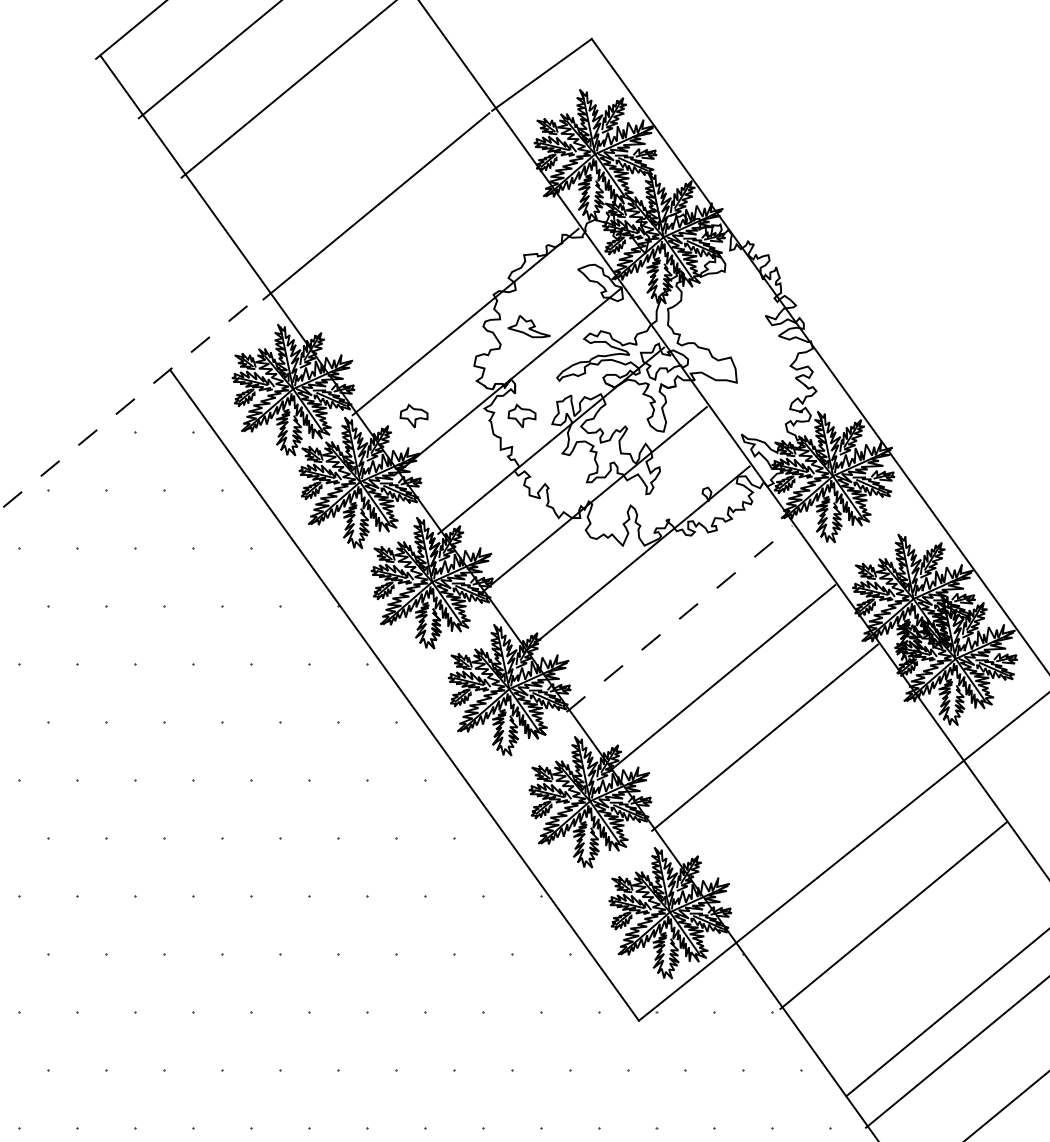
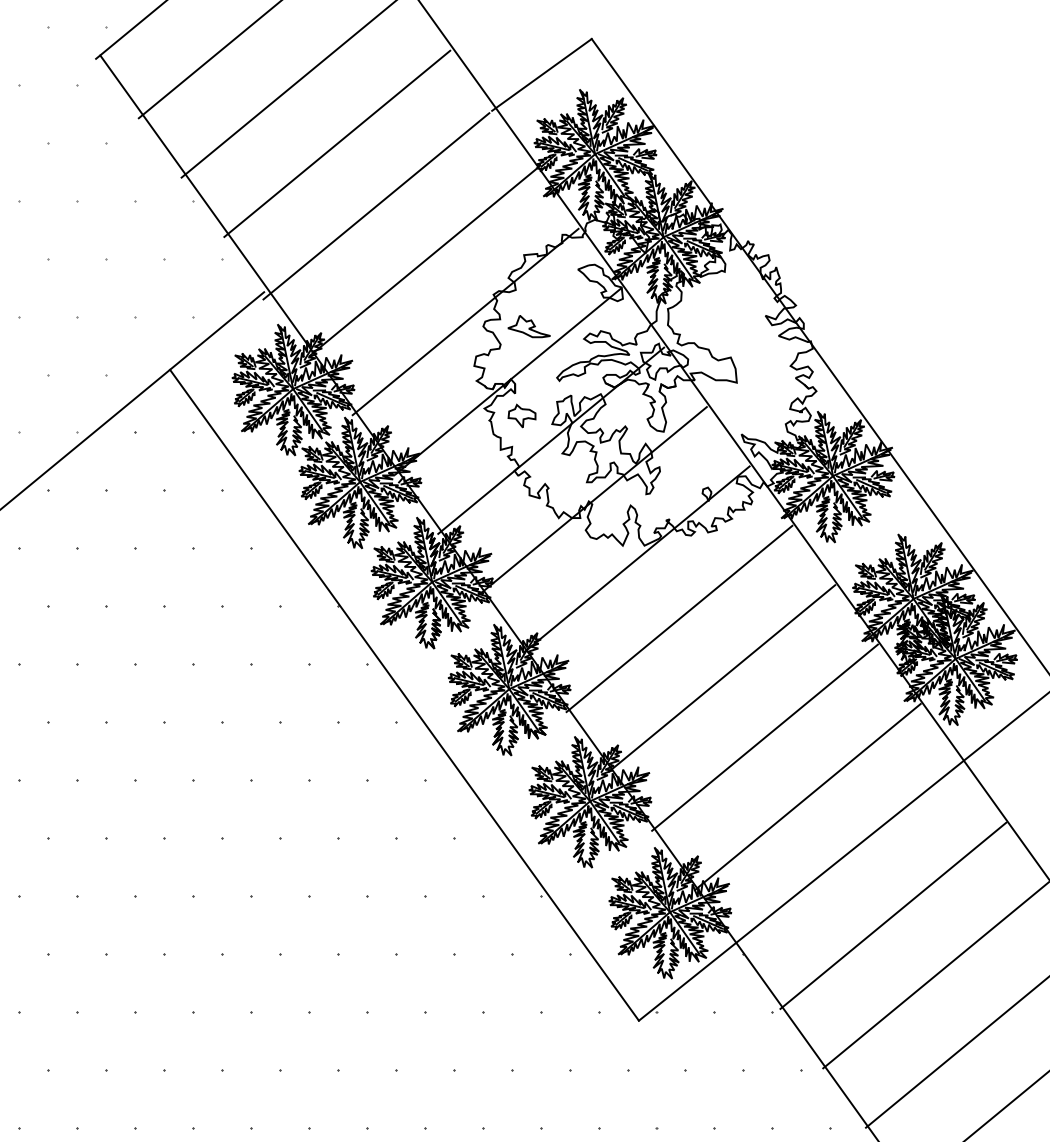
line at (337, 143): none -> present
hatch at (119, 229): none -> present
line at (422, 262): none -> present
line at (132, 400): dashed -> solid
part at (413, 415): present -> none
line at (679, 618): dashed -> solid
line at (807, 796): none -> present
line at (946, 1013) position: (946, 1013) -> (934, 976)
